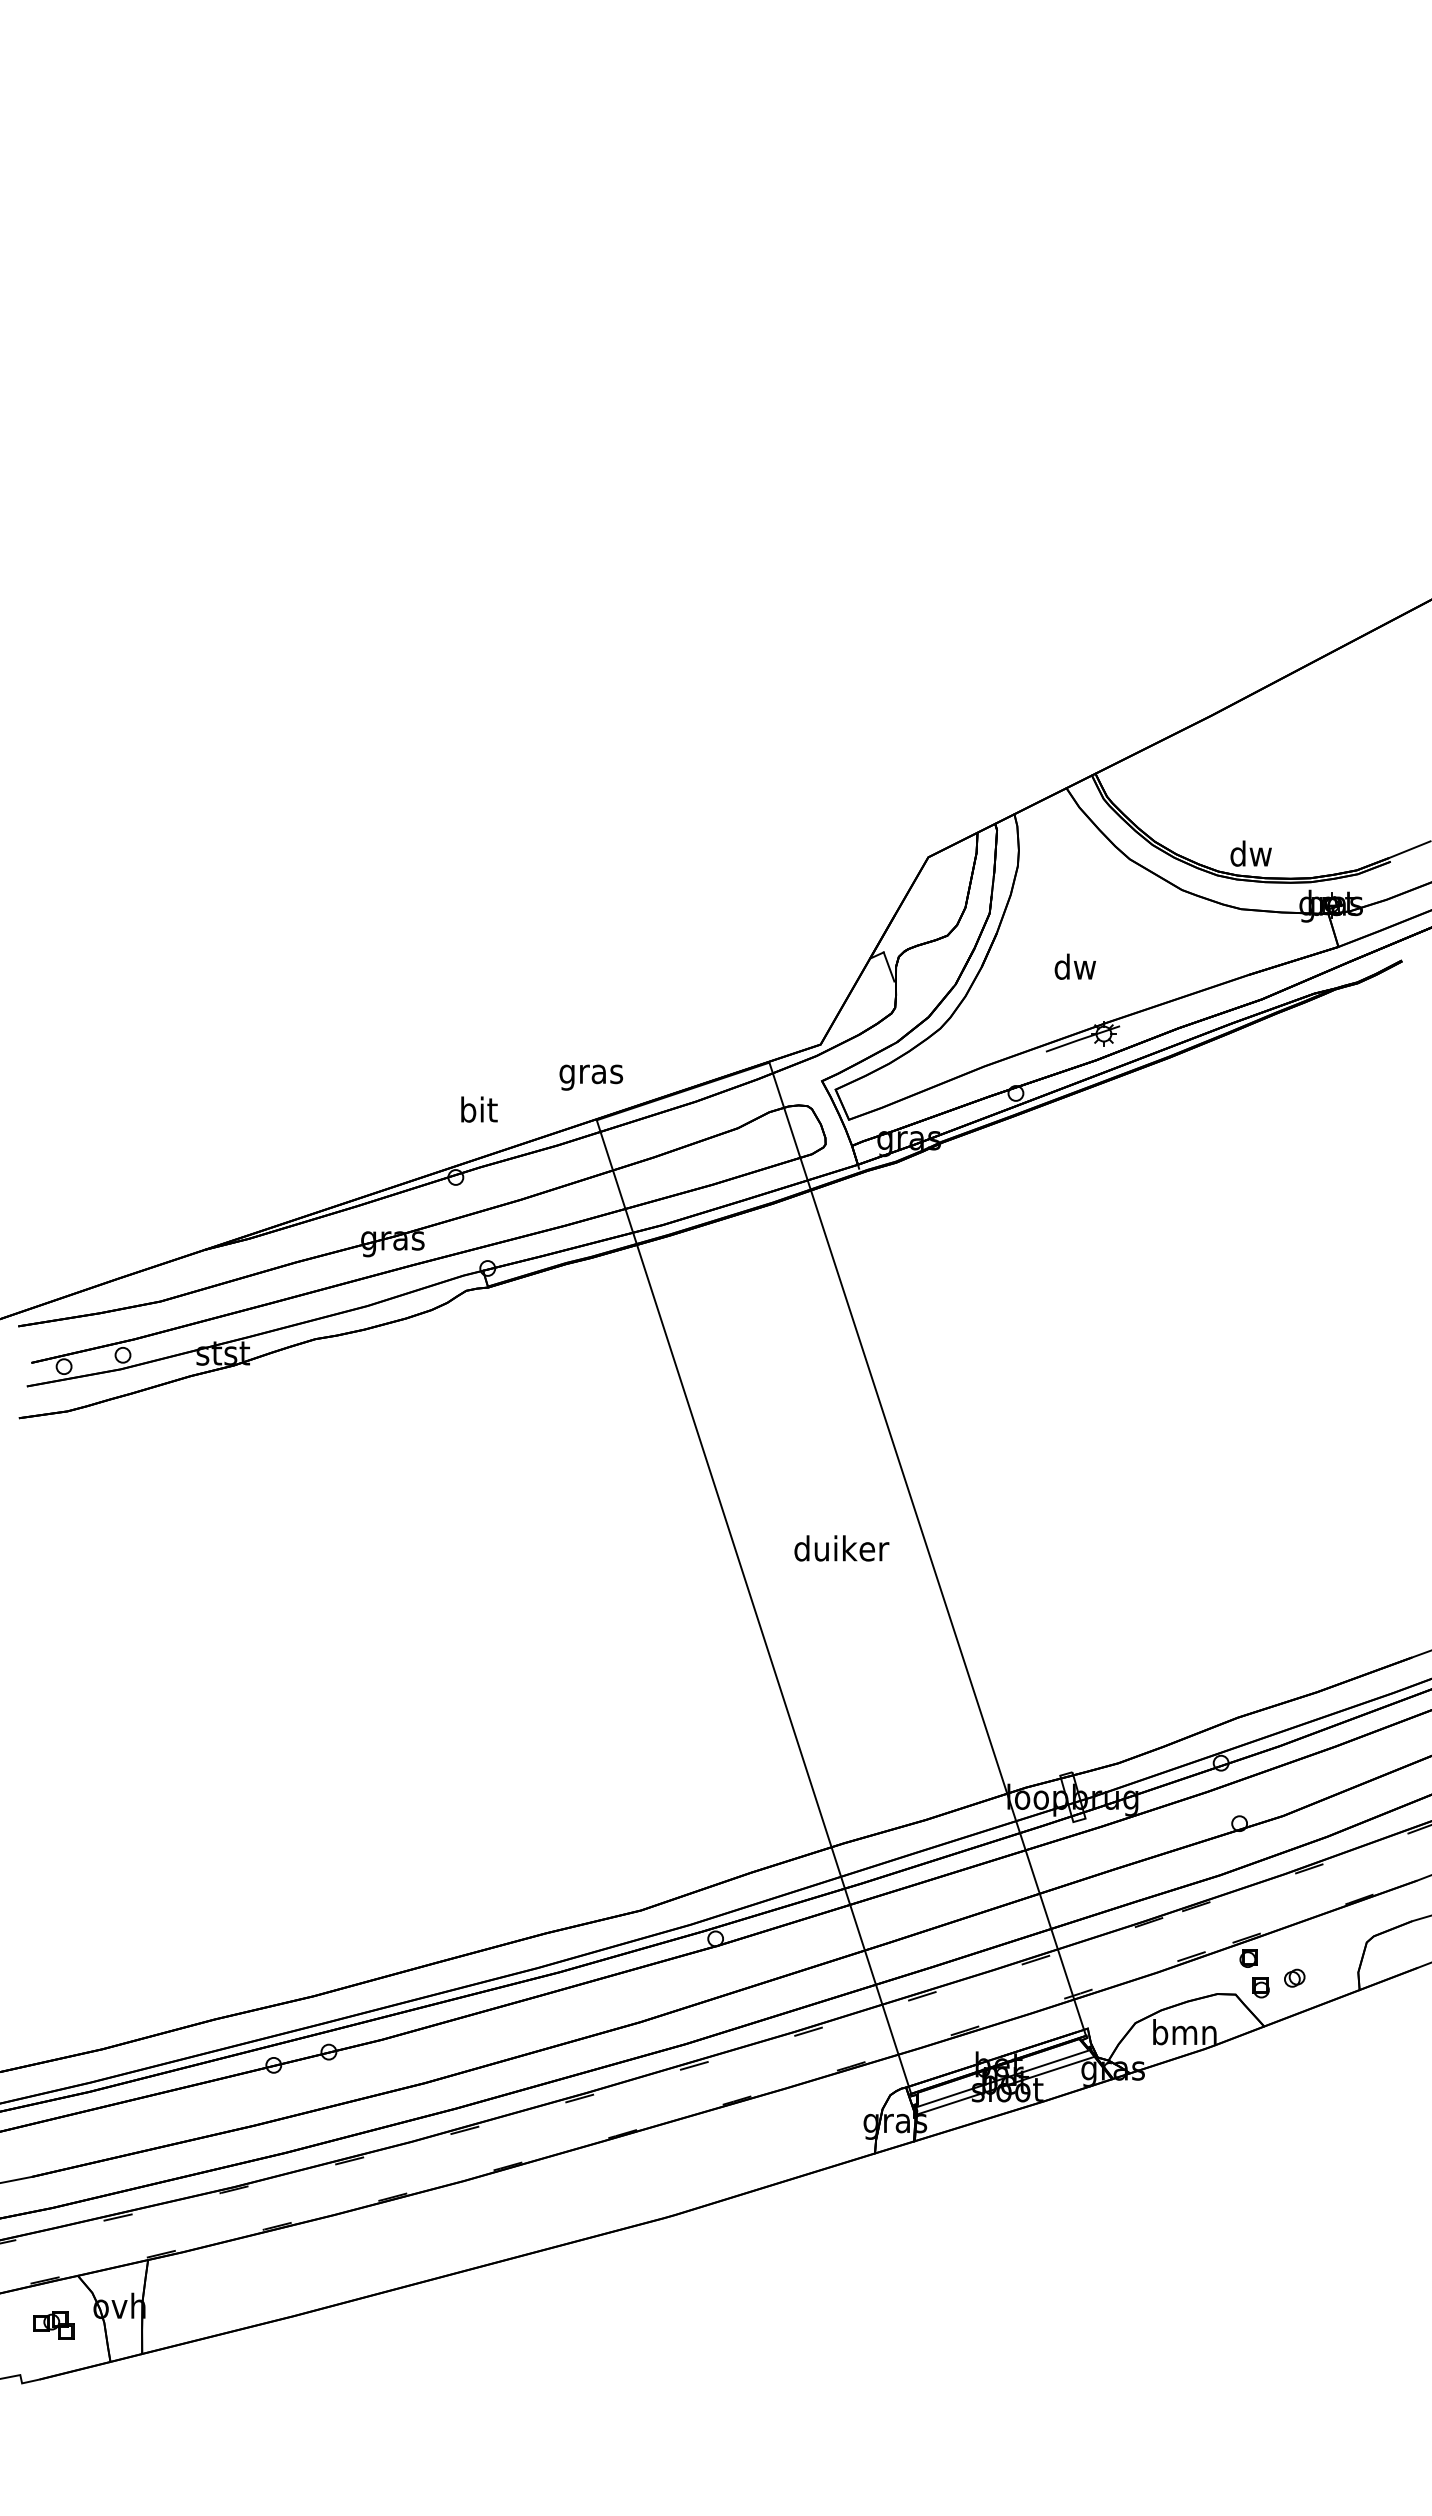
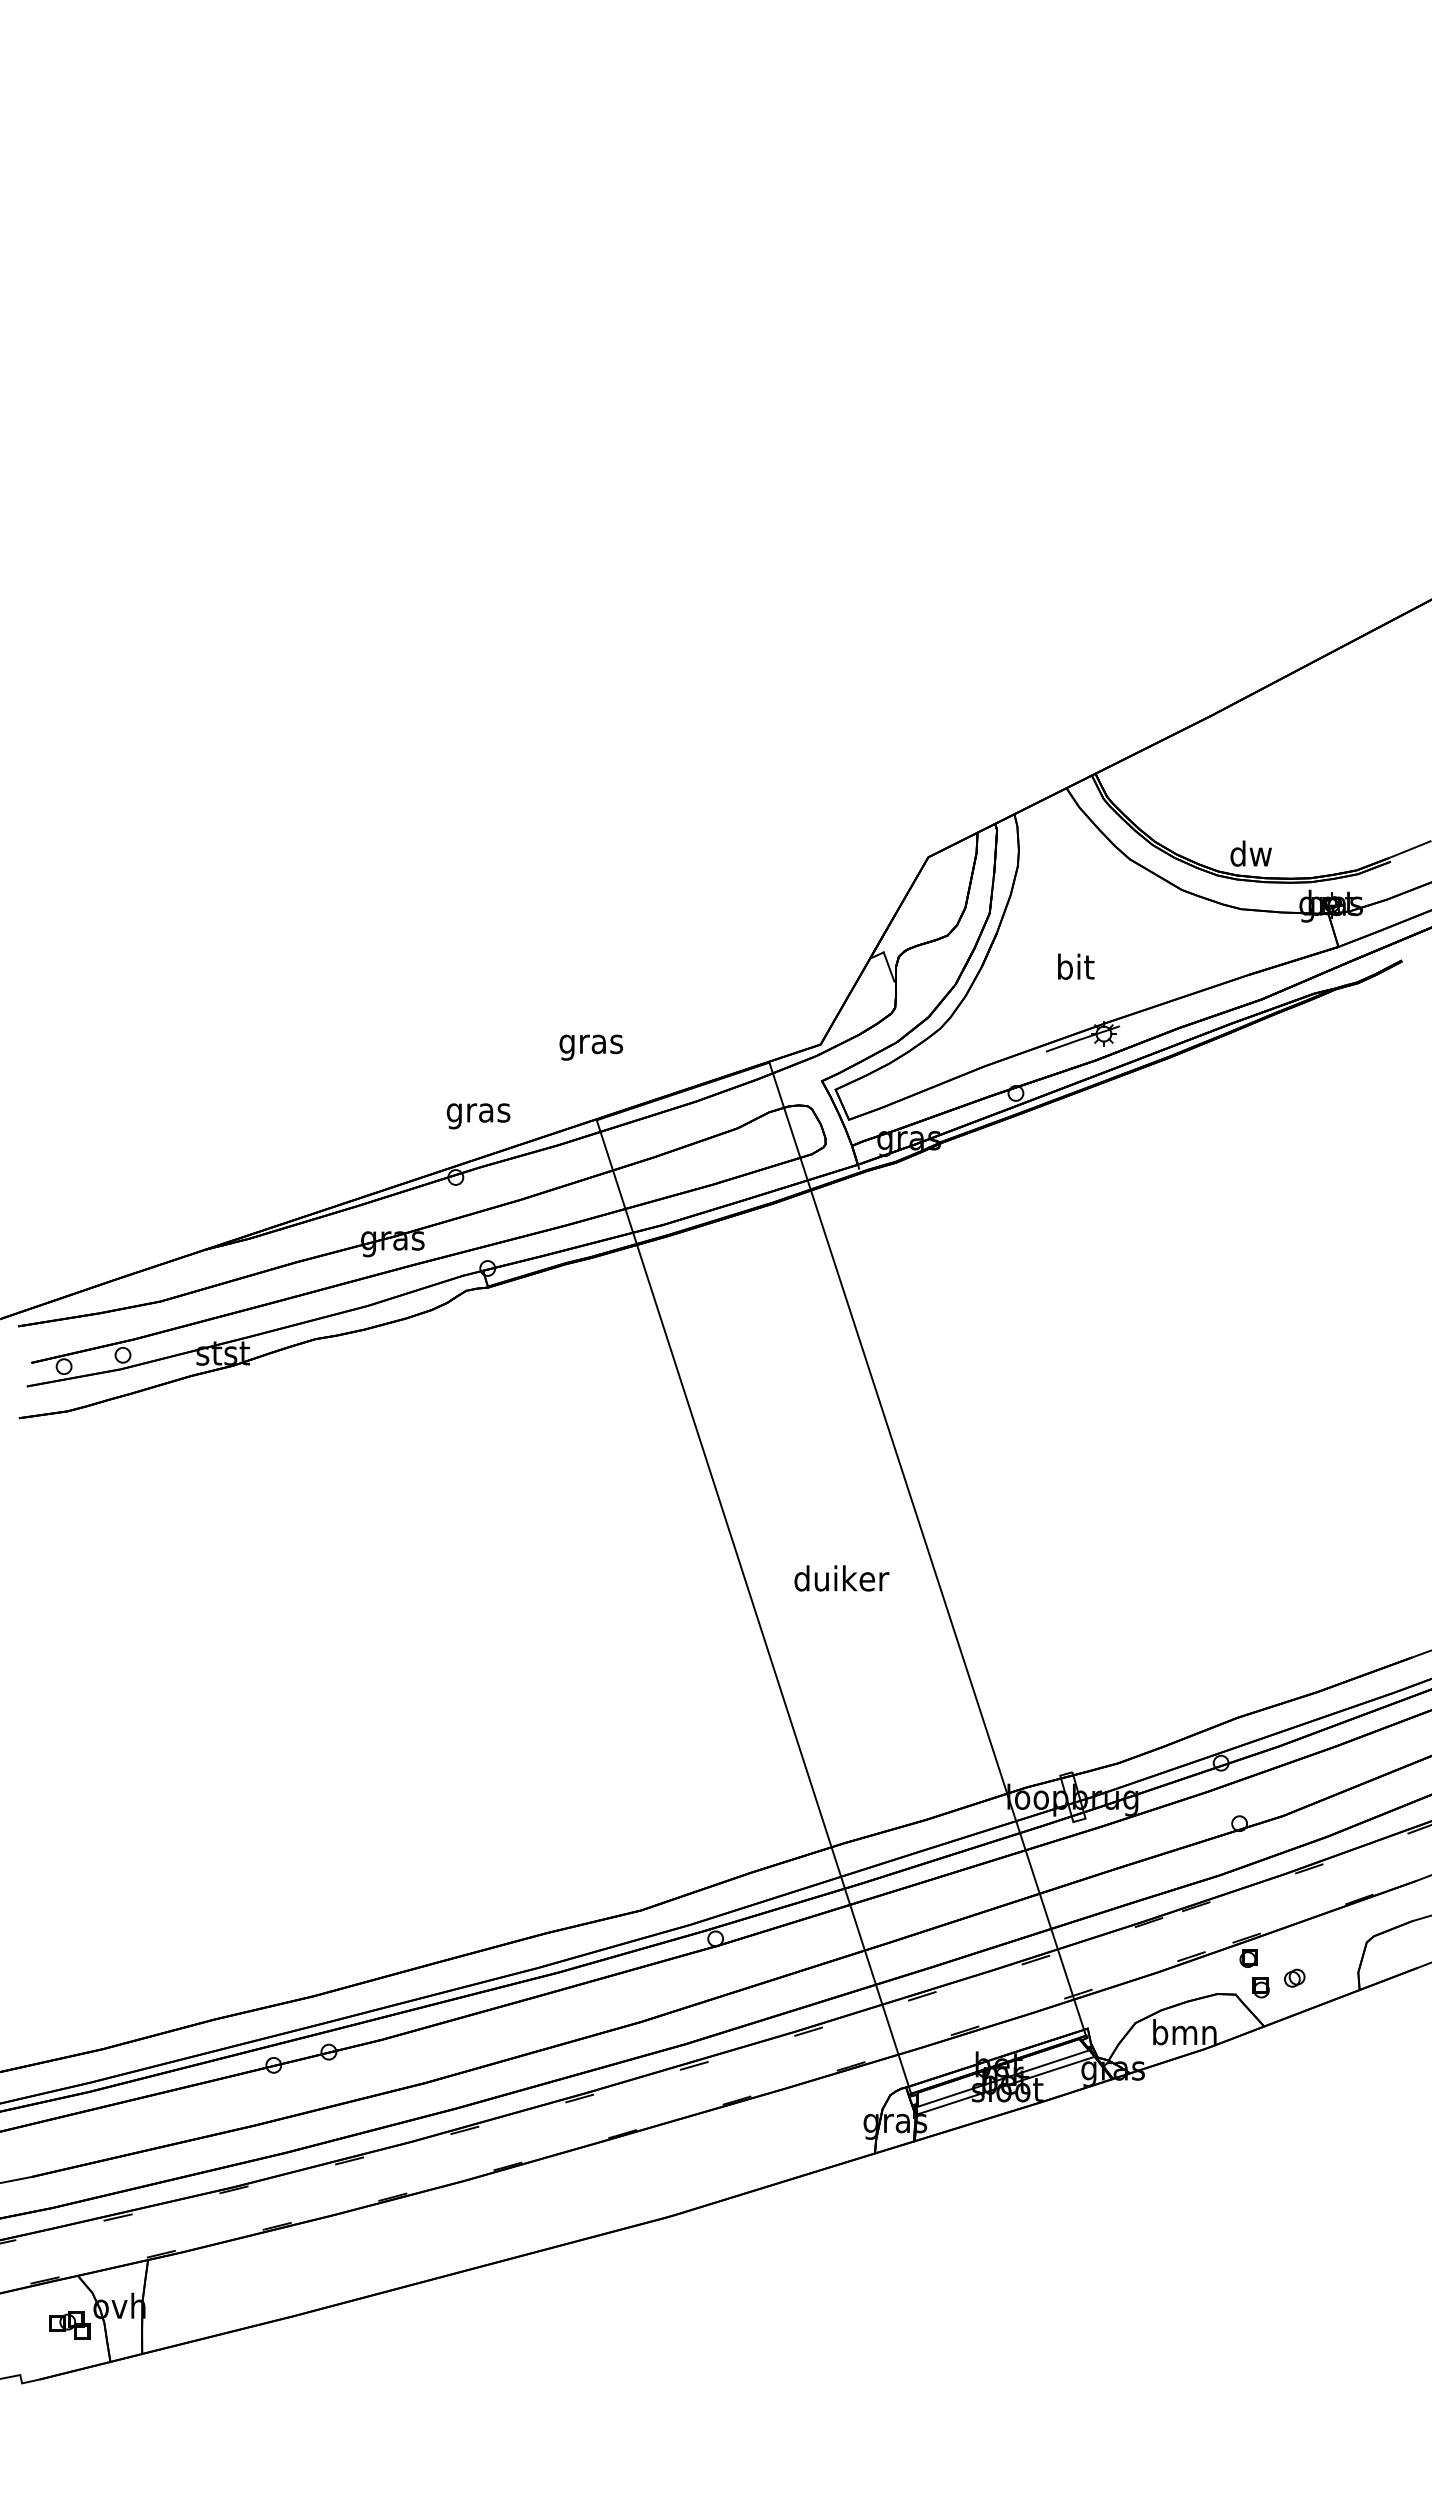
text at (1075, 966): dw -> bit
text at (591, 1077) position: (591, 1077) -> (591, 1047)
text at (478, 1112): bit -> gras
text at (841, 1548) position: (841, 1548) -> (841, 1578)
part at (53, 2325) position: (53, 2325) -> (69, 2325)
